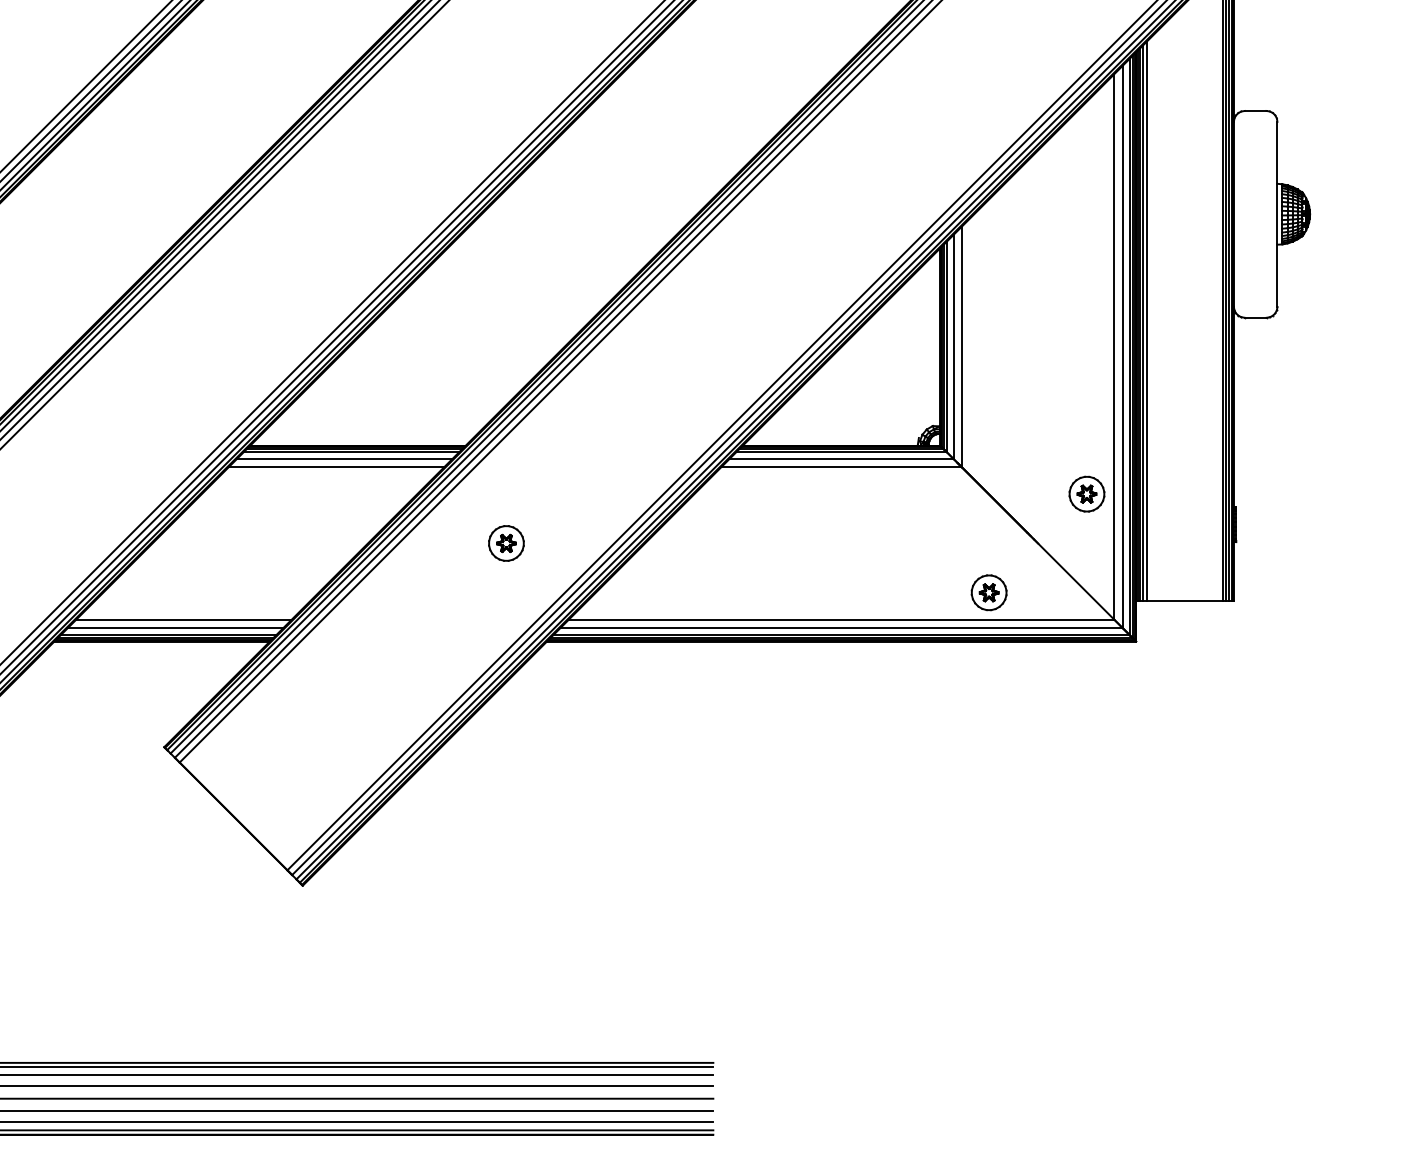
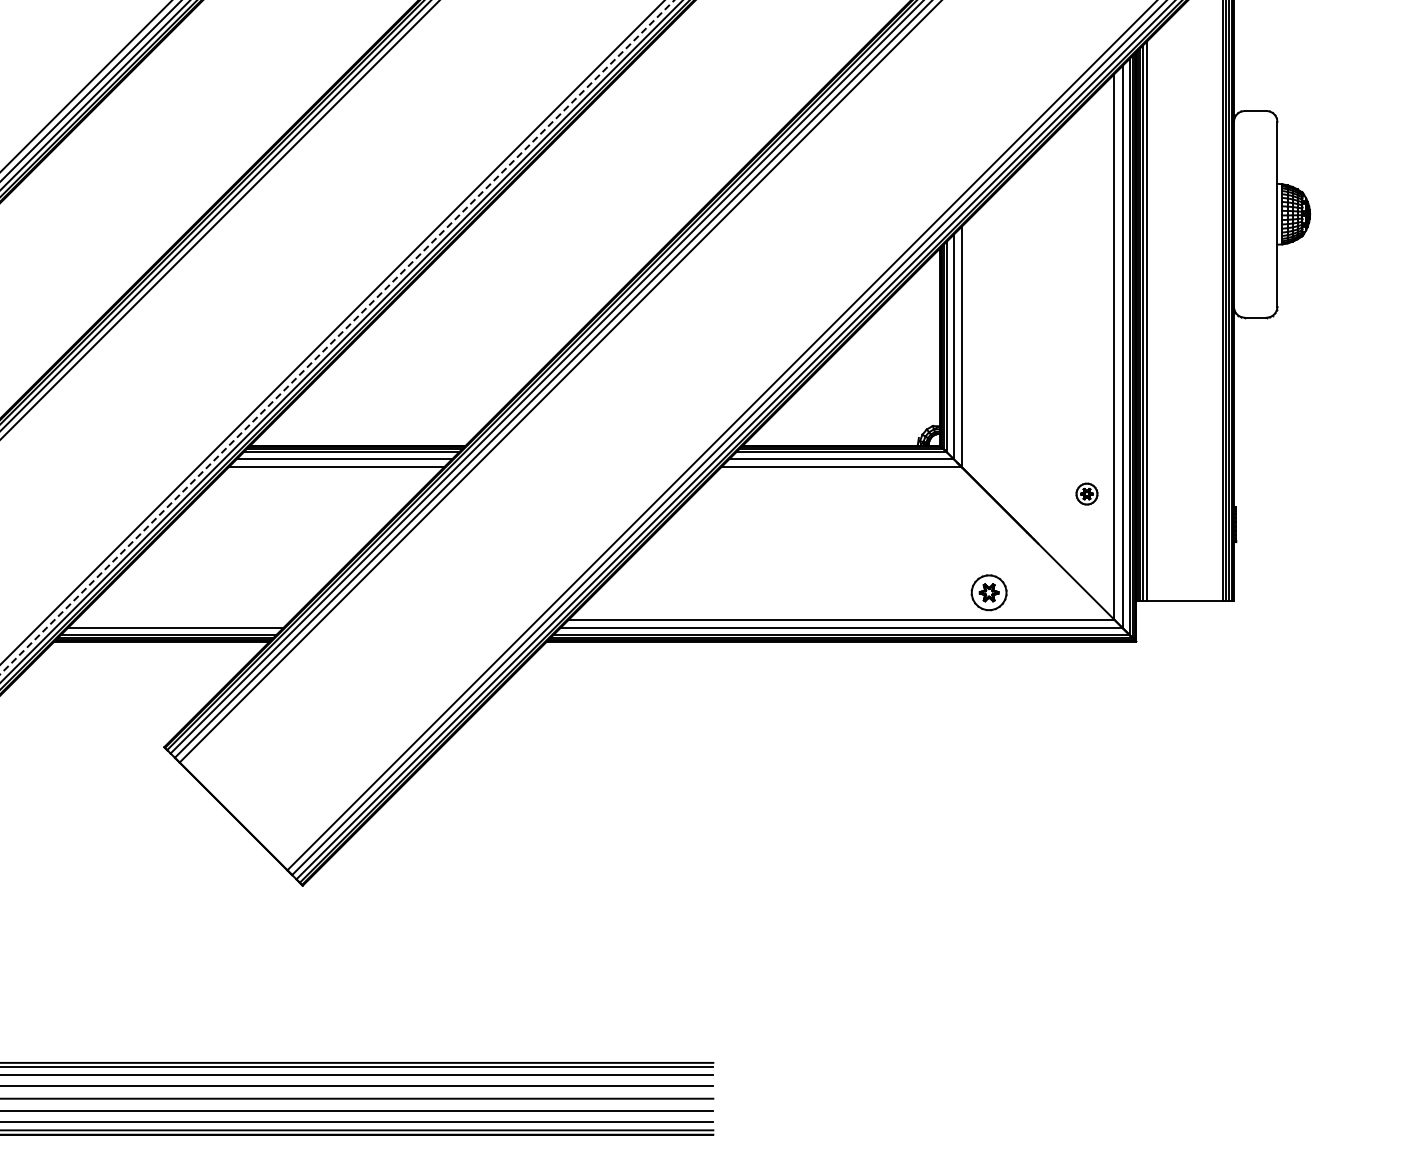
line at (224, 224): present -> none
line at (336, 337): solid -> dashed
part at (1086, 493) size: 38x38 px -> 24x24 px
part at (506, 543): present -> none
line at (183, 619): present -> none
